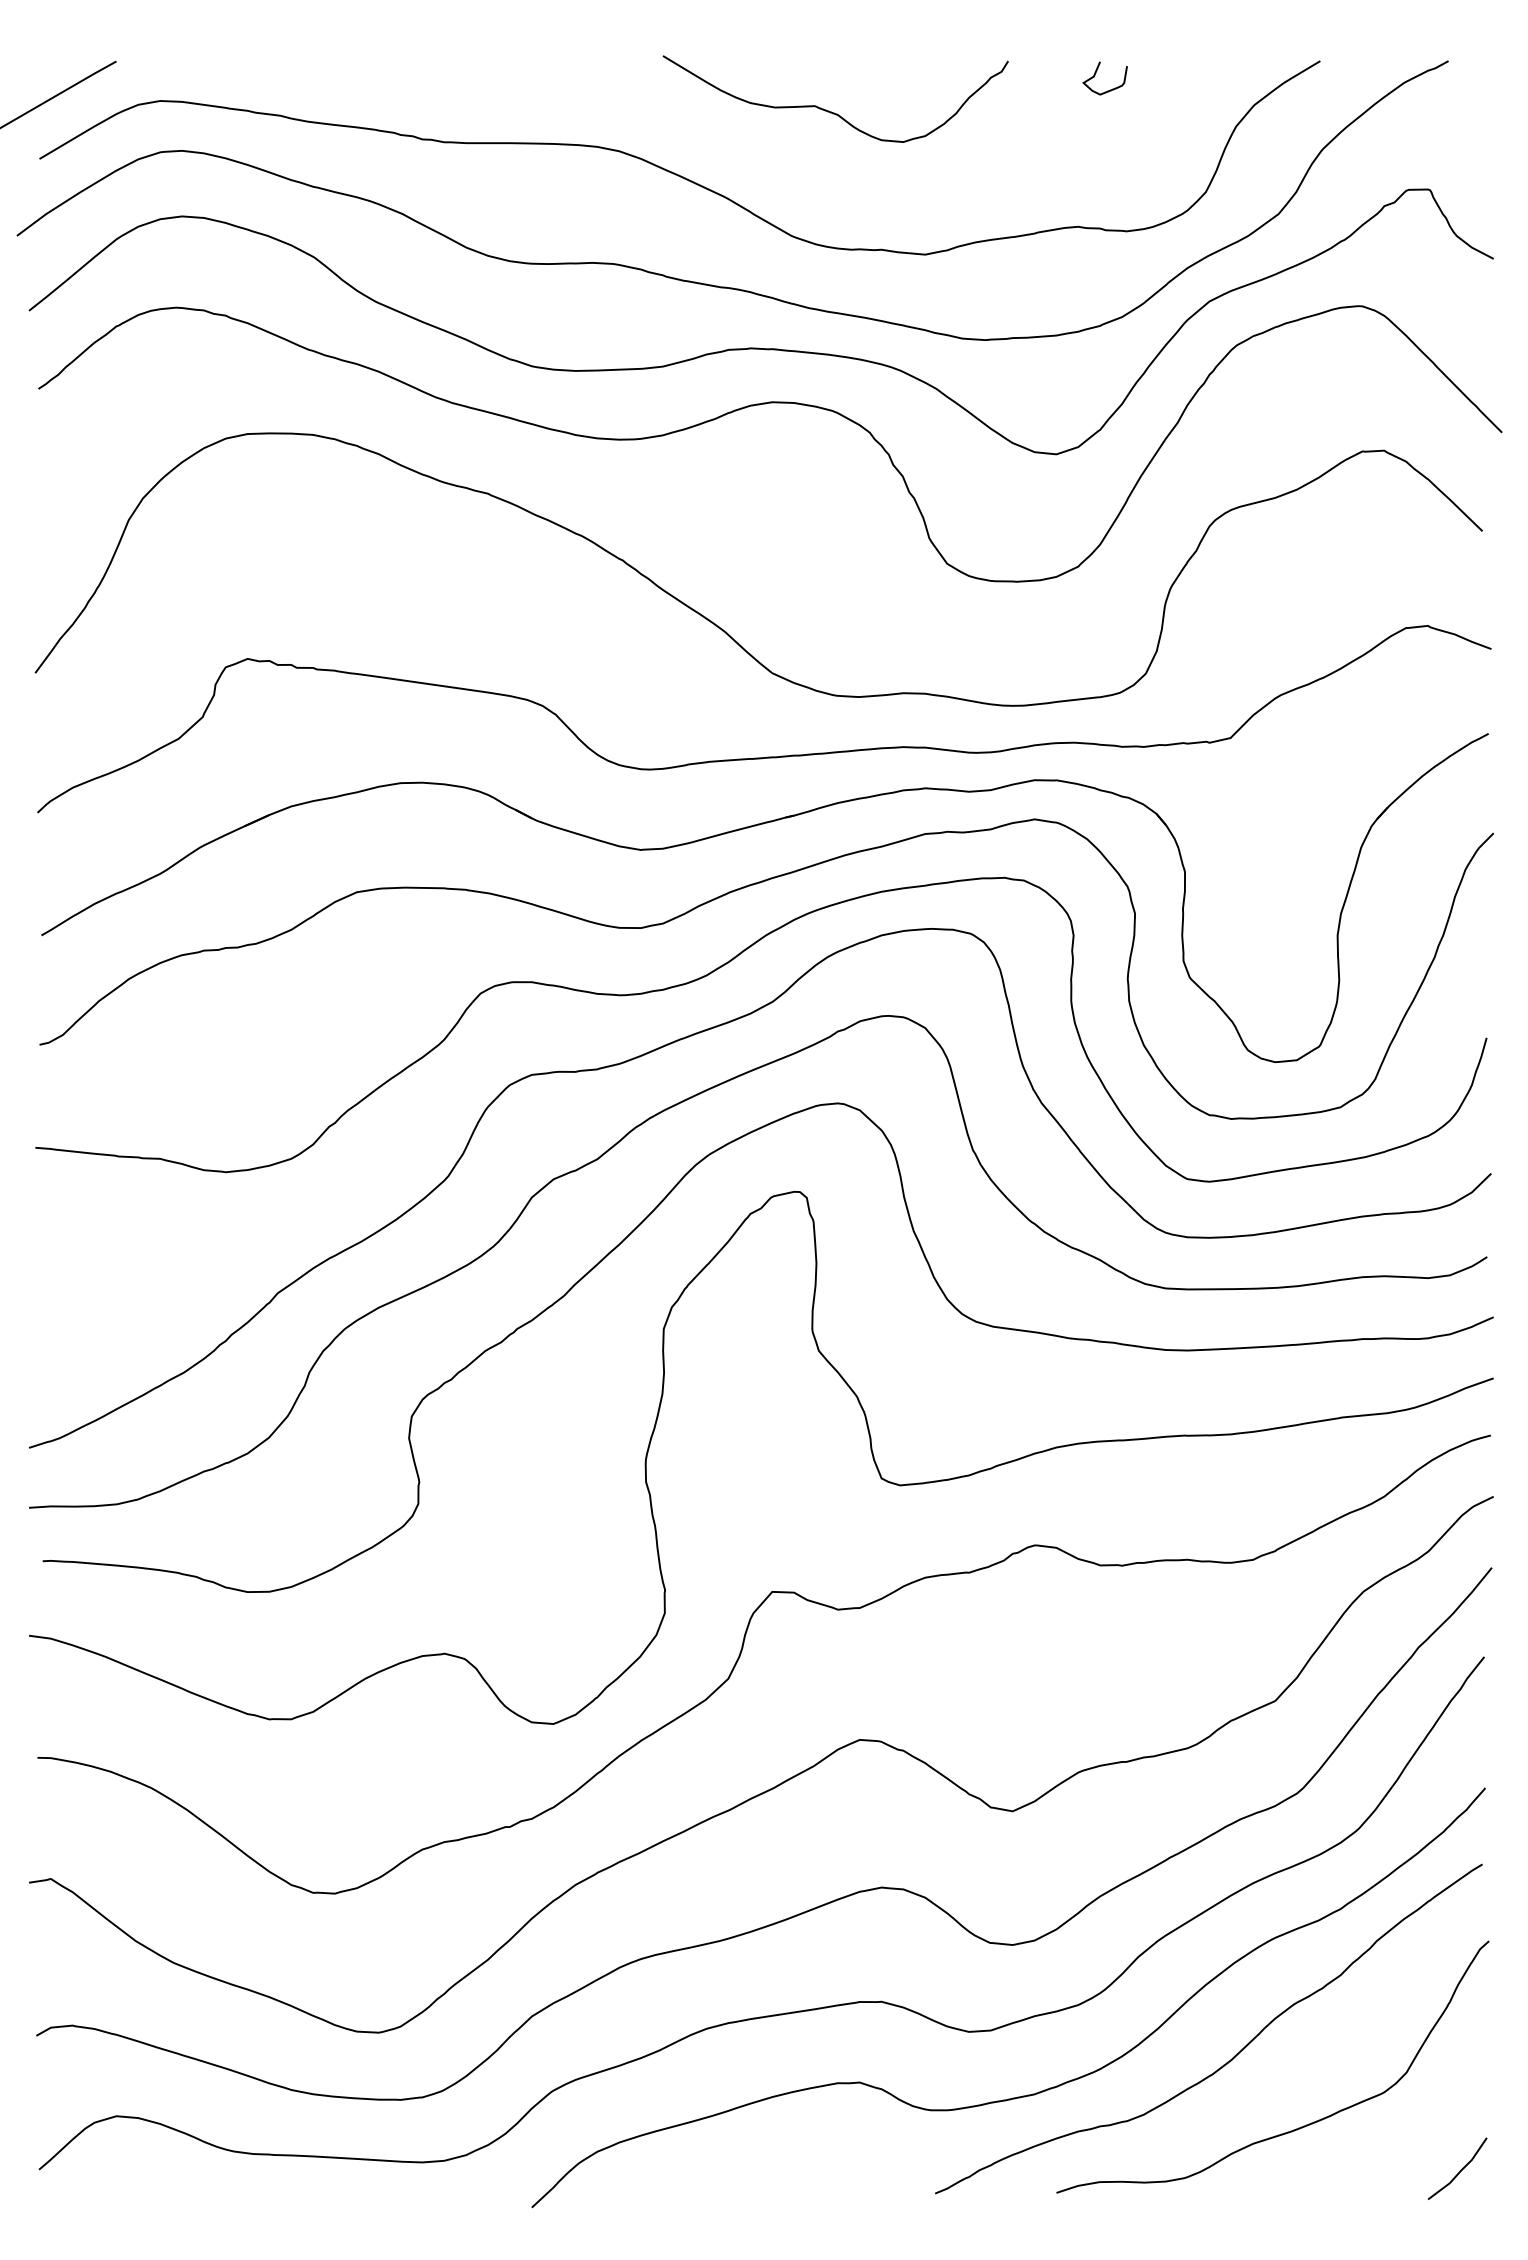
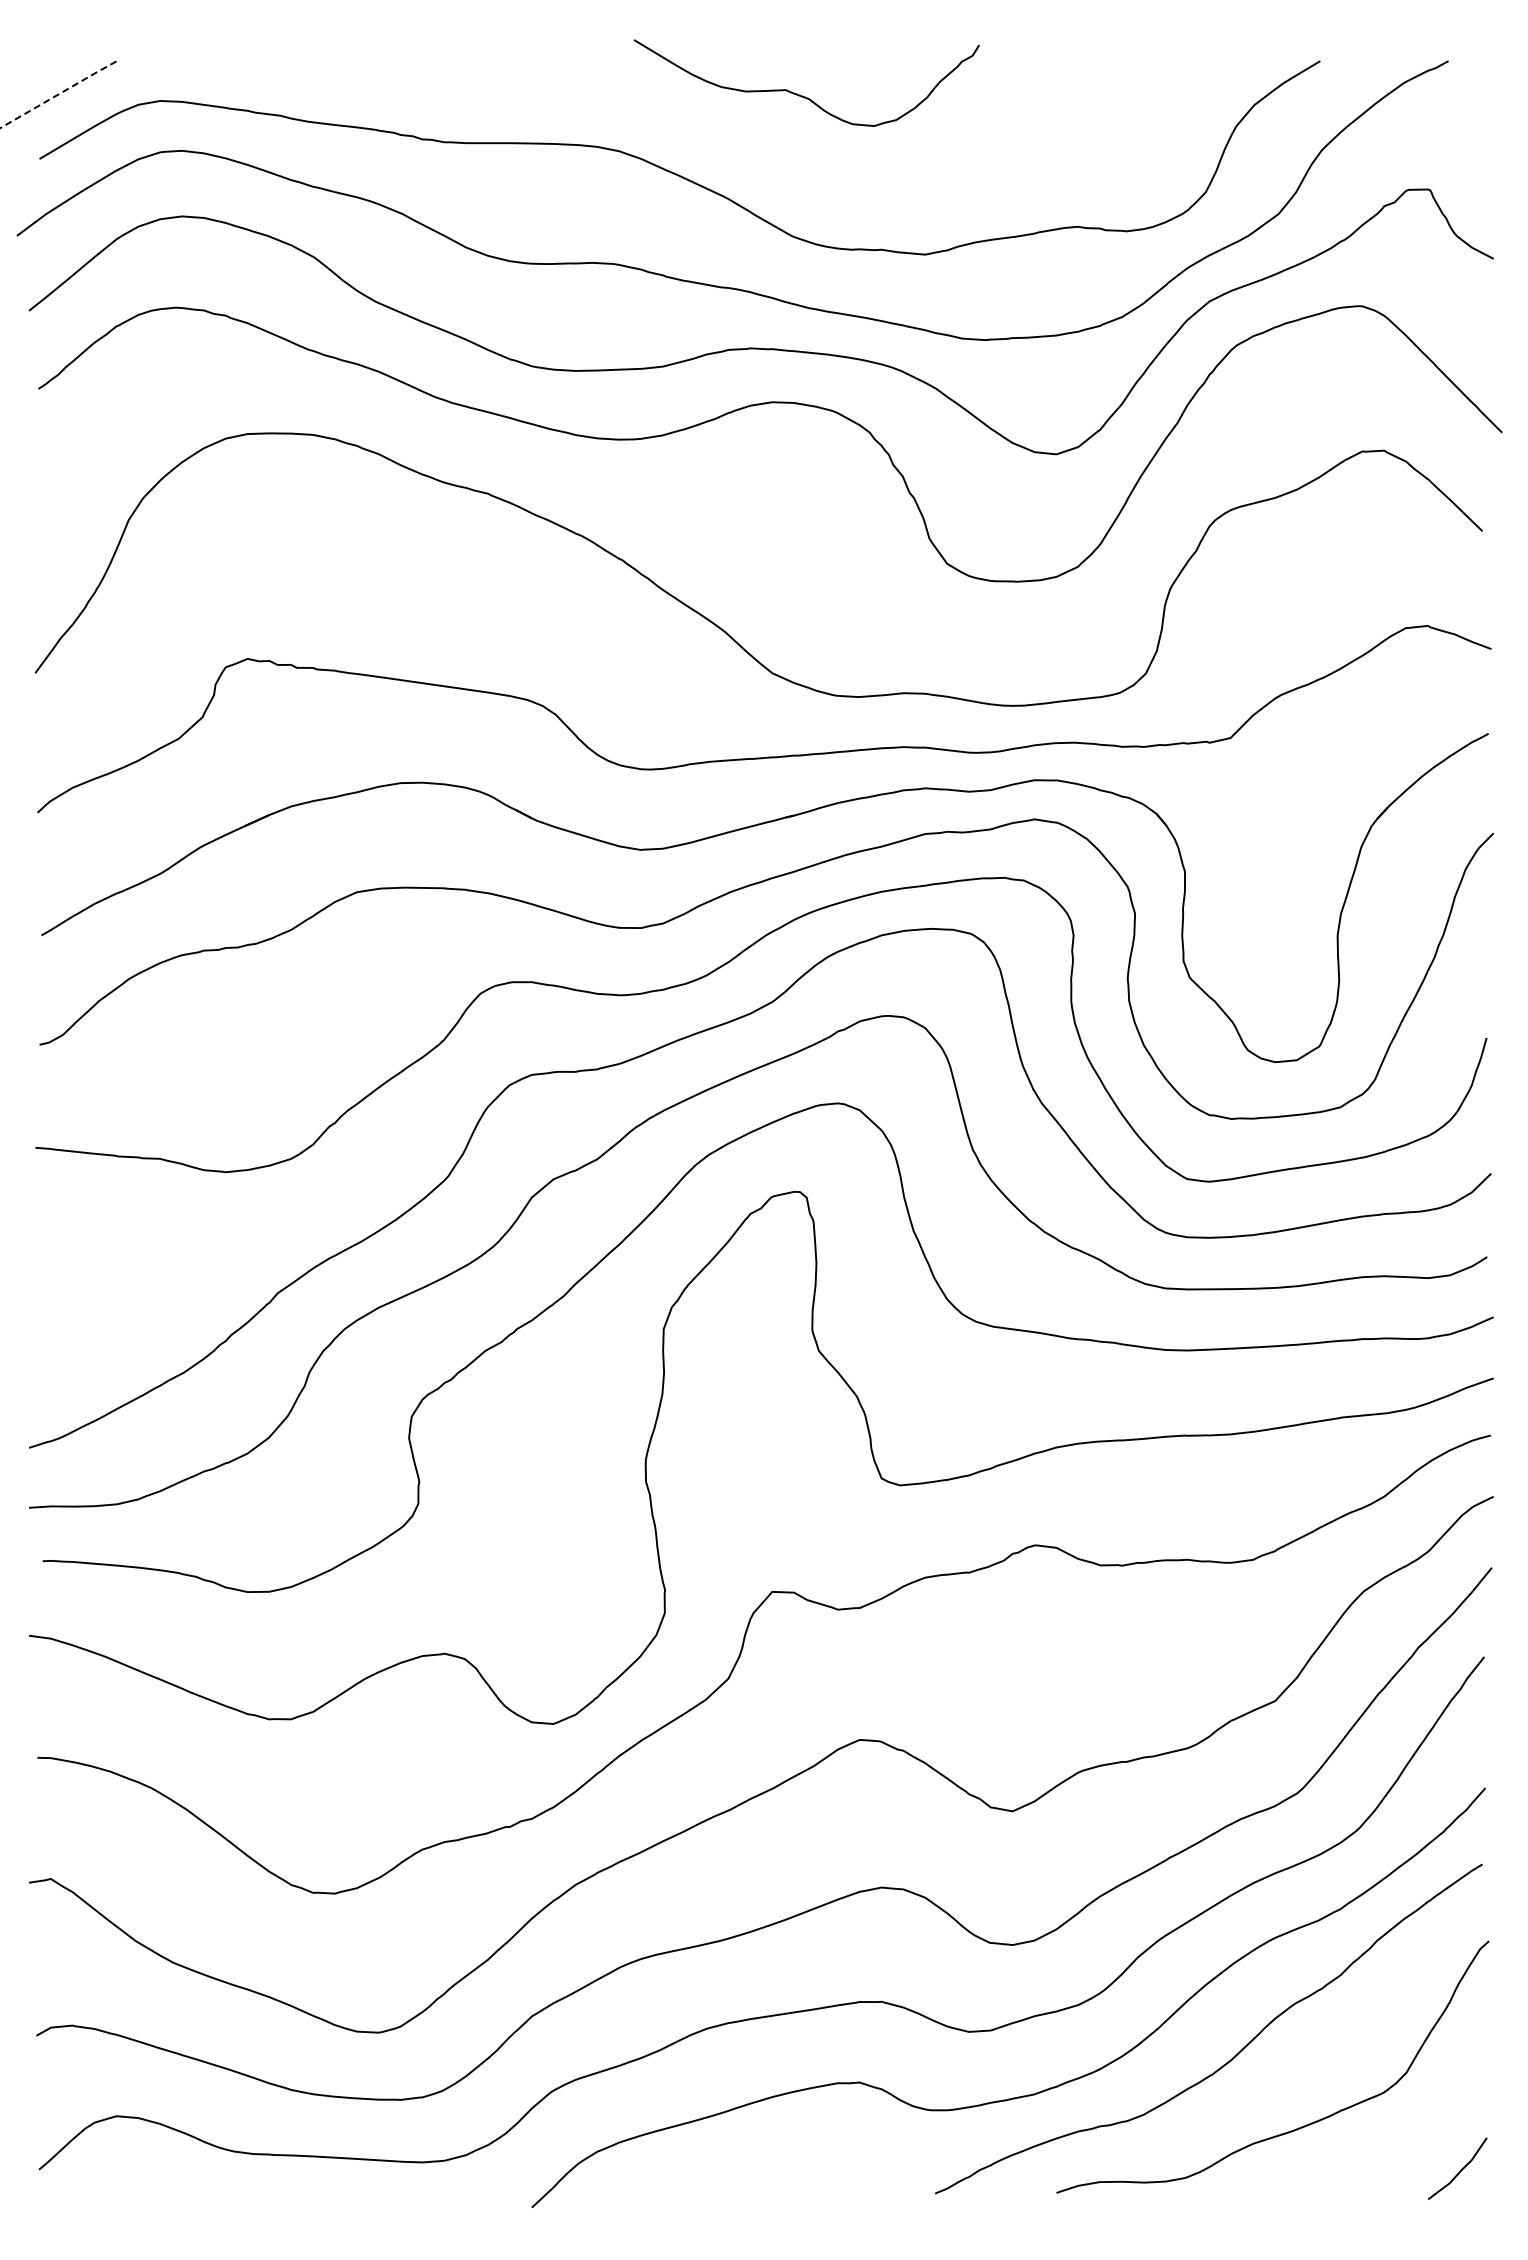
curve at (1096, 73): present -> none
line at (59, 93): solid -> dashed
curve at (829, 110) position: (829, 110) -> (800, 94)
